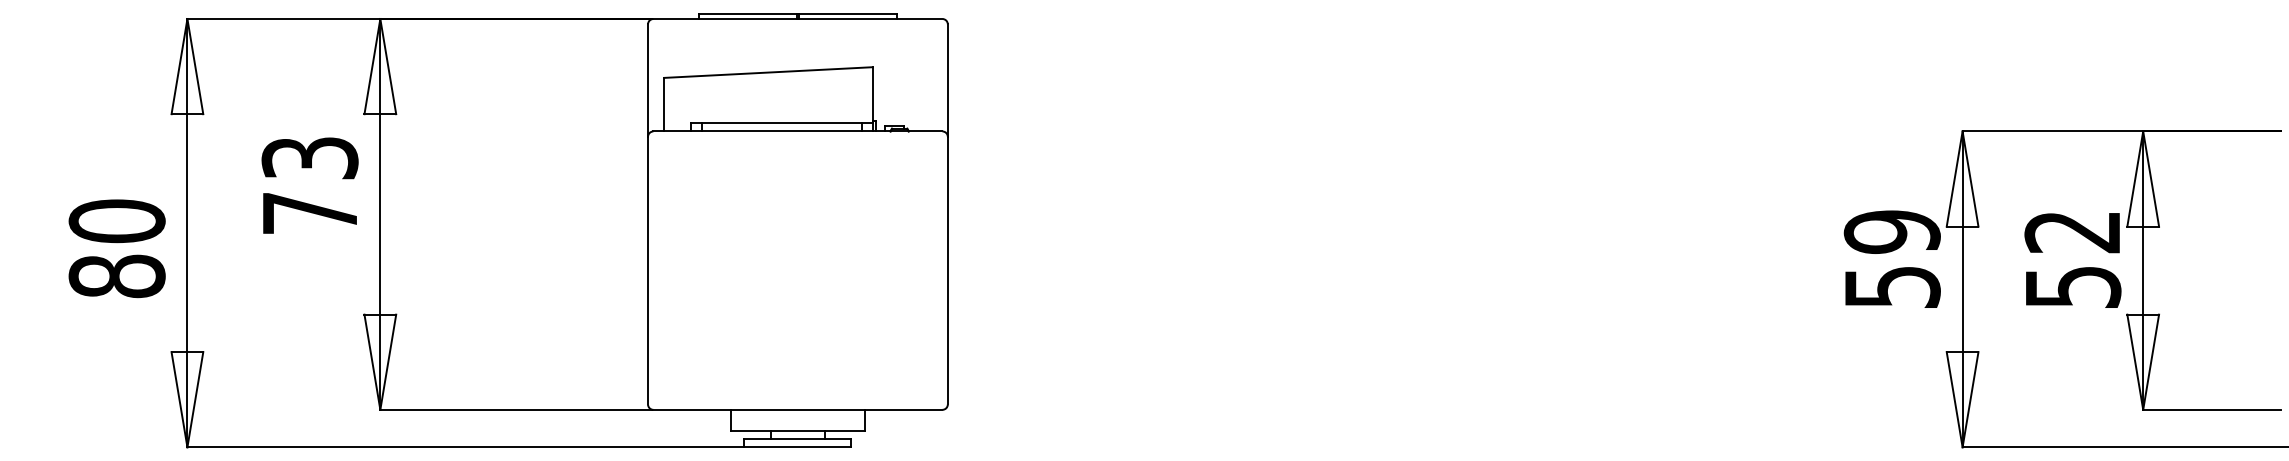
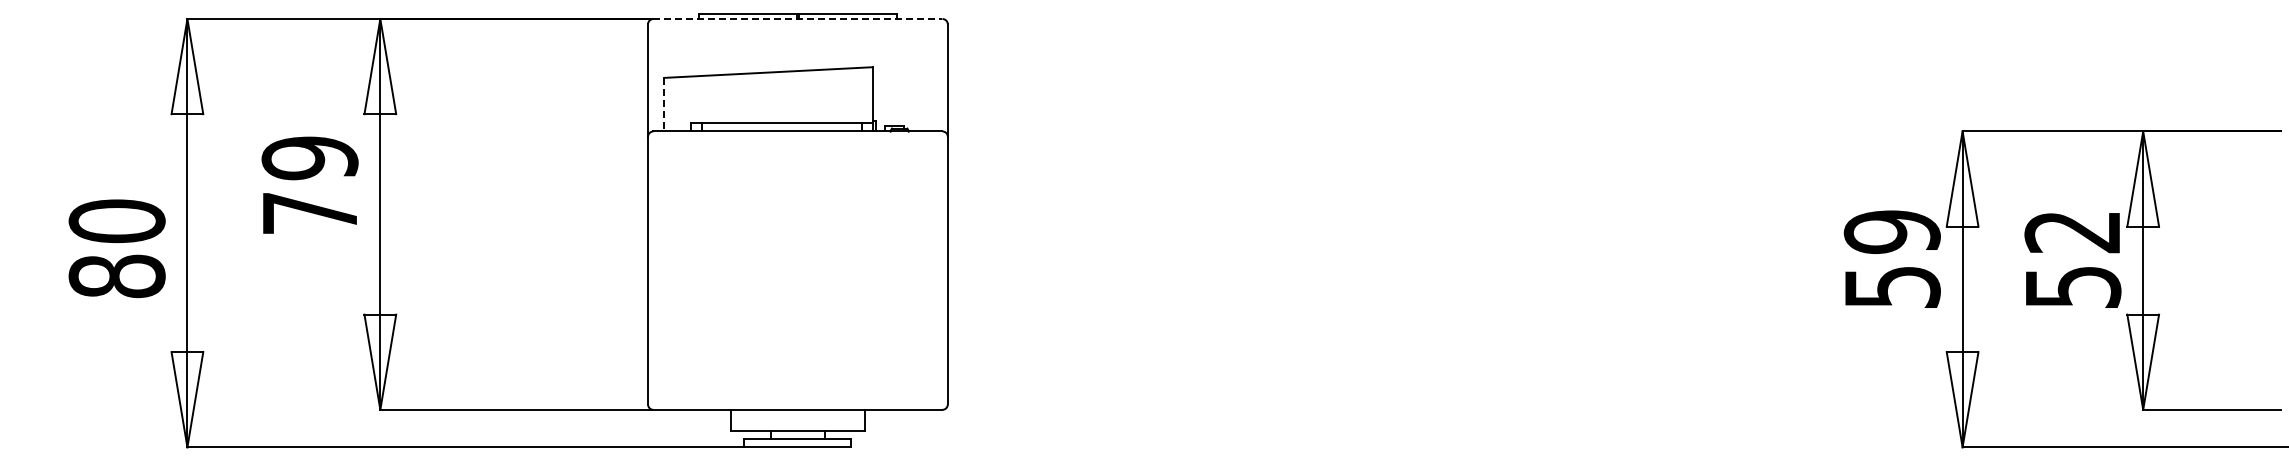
line at (797, 19): solid -> dashed
line at (664, 104): solid -> dashed
text at (309, 158): 73 -> 79
